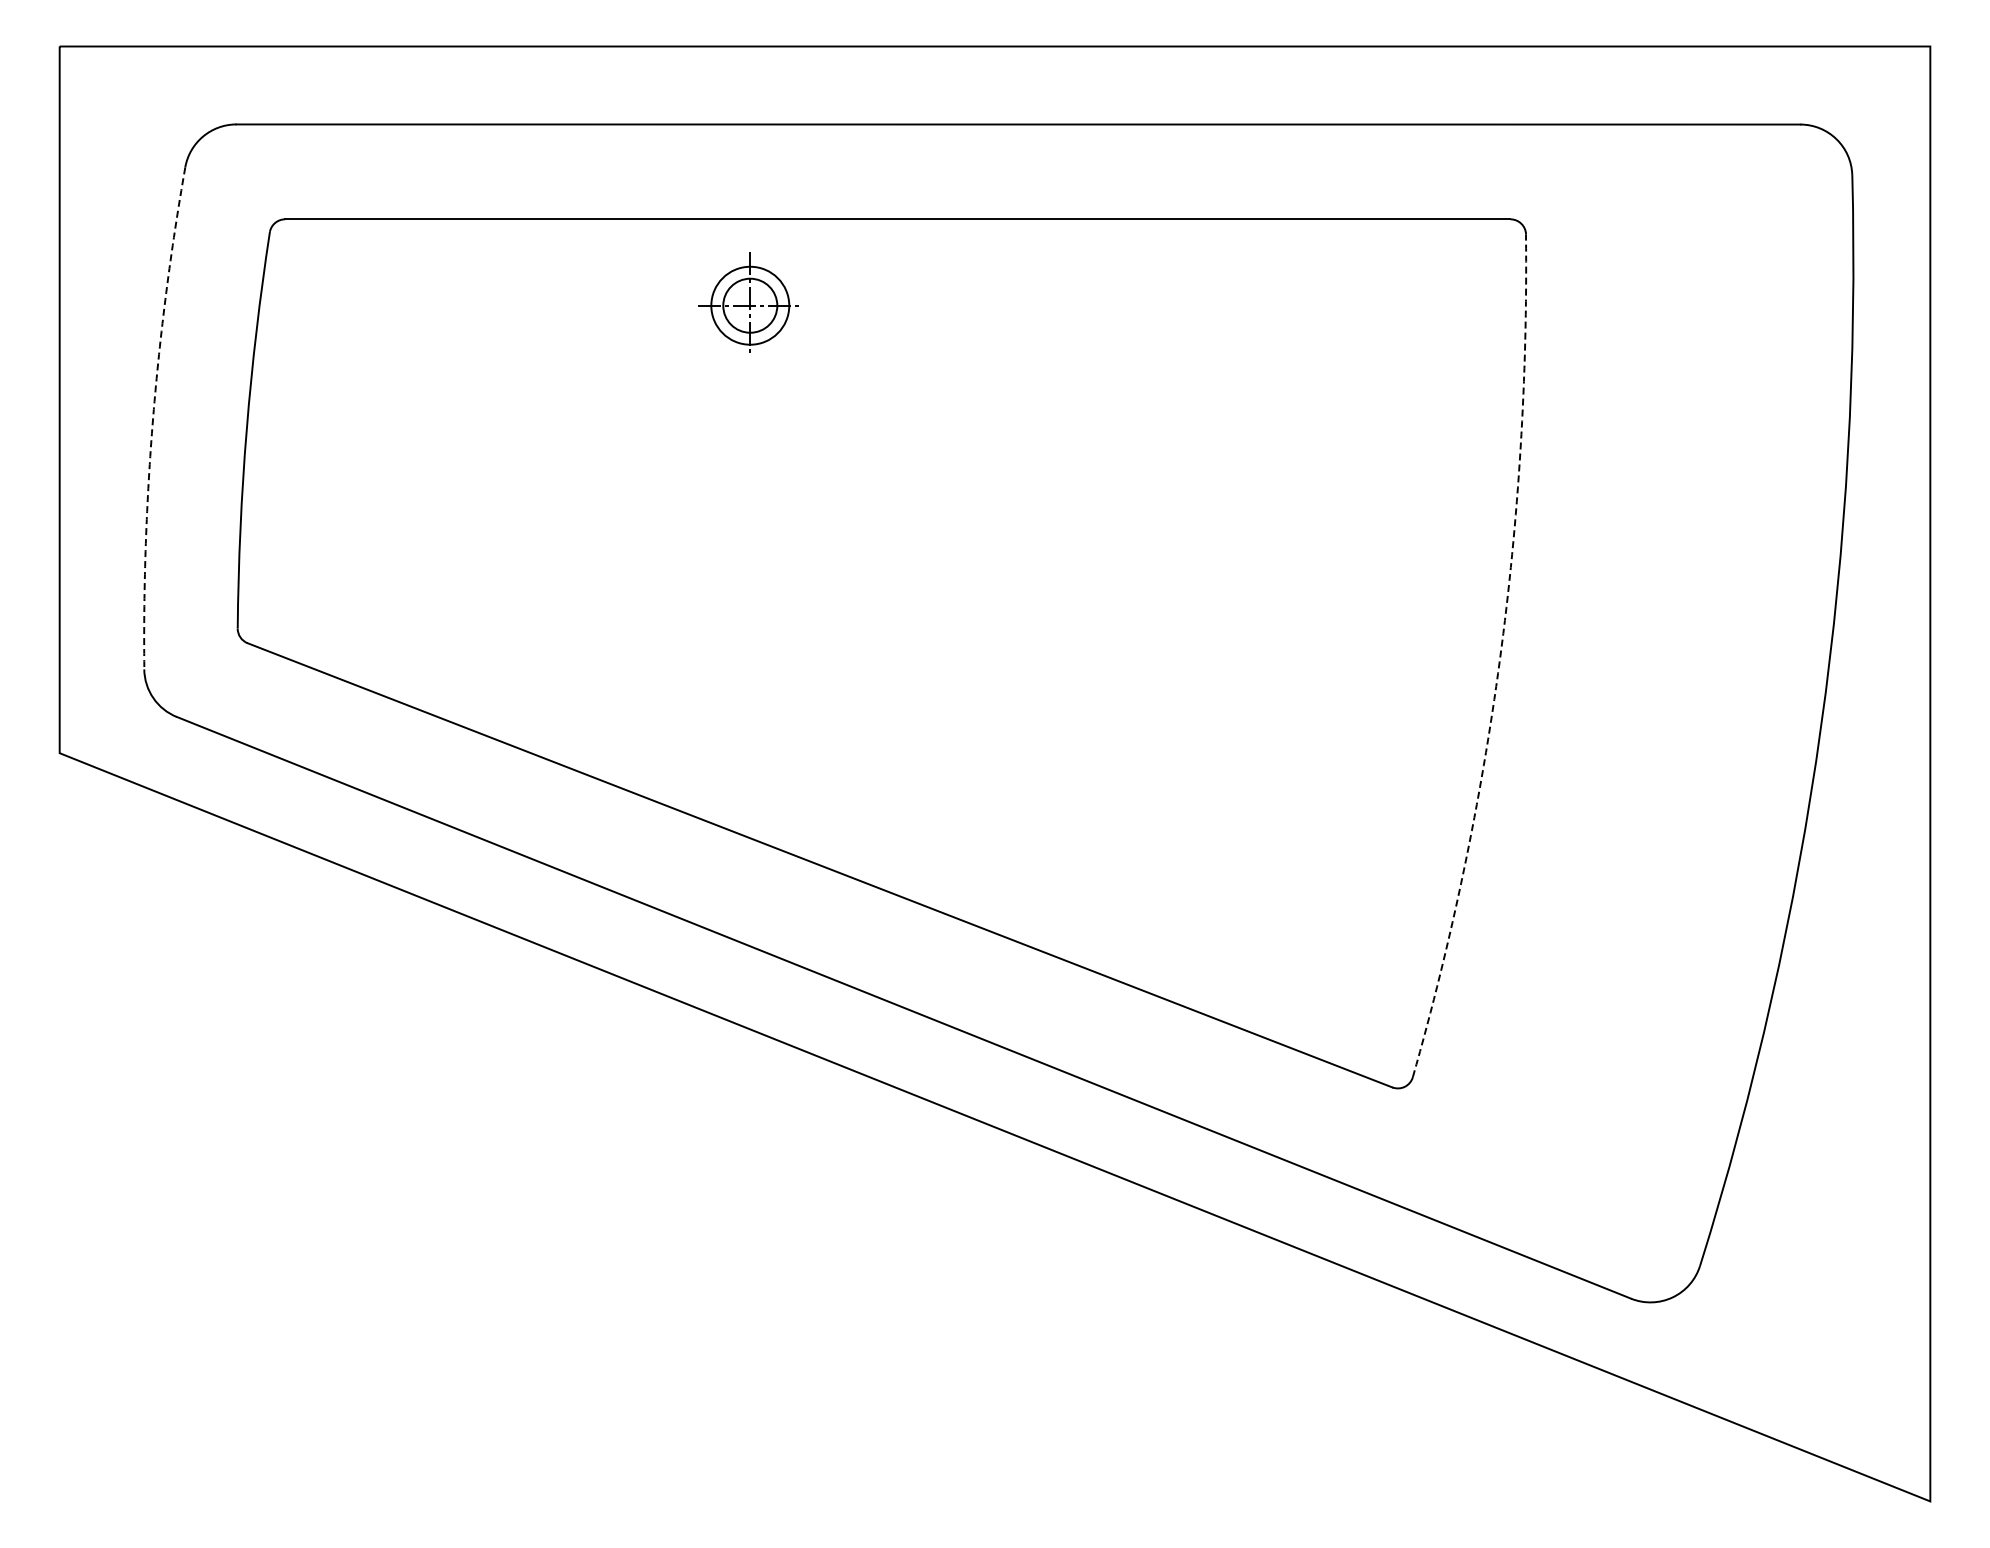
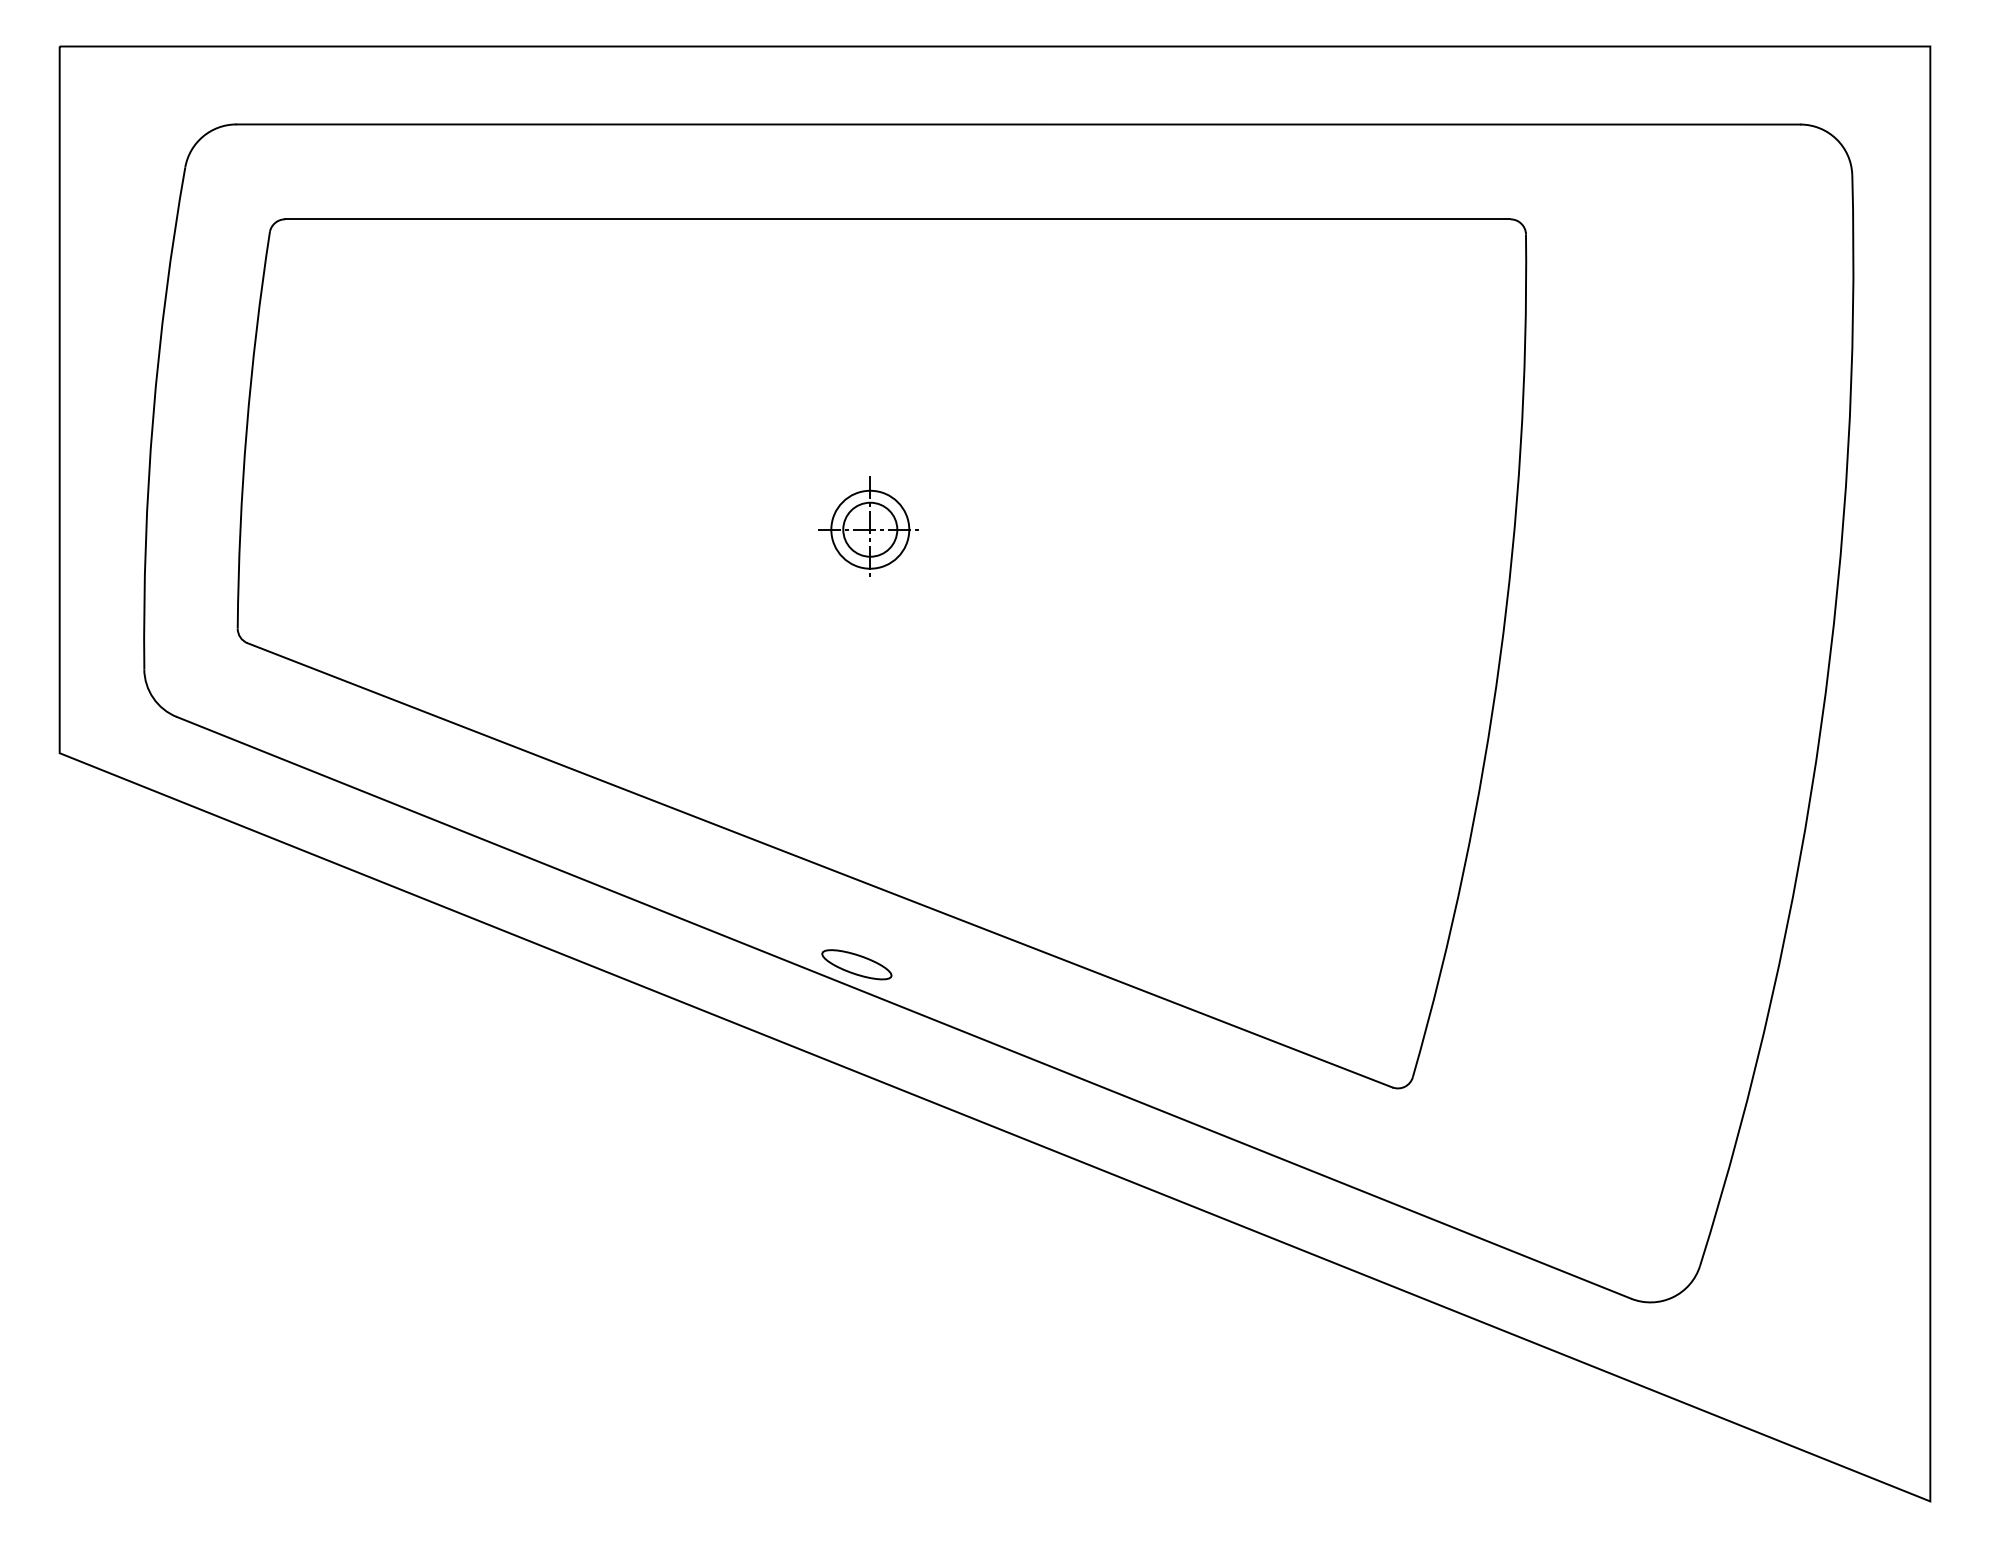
part at (748, 302) position: (748, 302) -> (868, 526)
arc at (153, 417): dashed -> solid
arc at (1499, 660): dashed -> solid
part at (856, 964): none -> present
